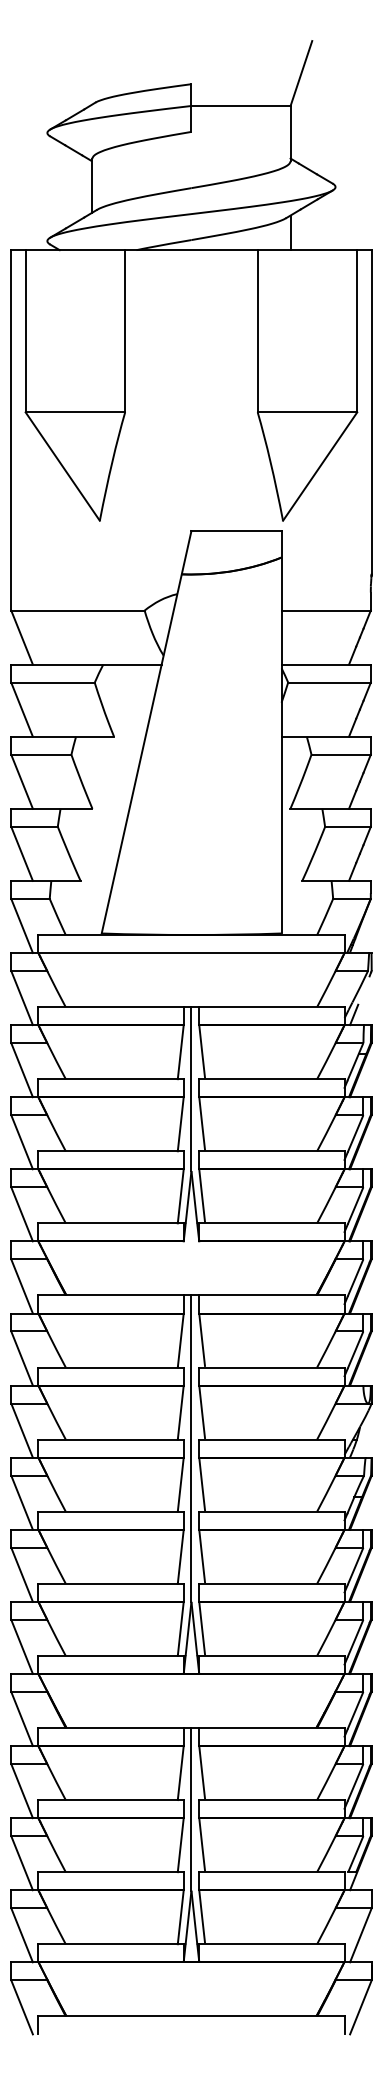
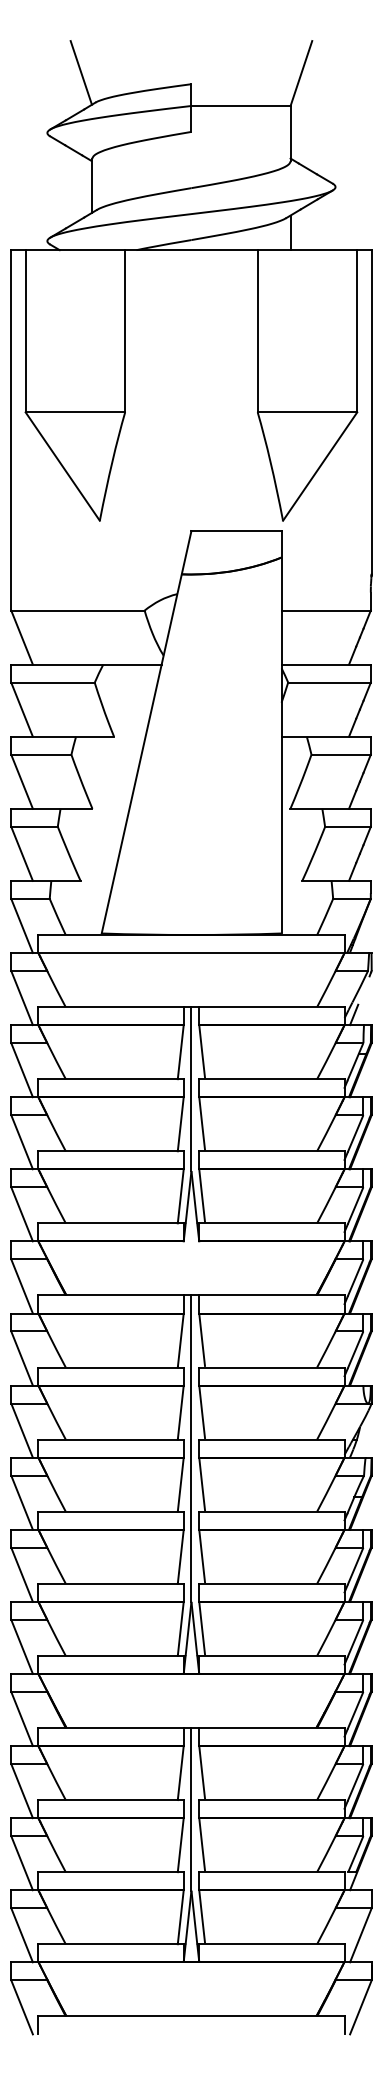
line at (80, 72): none -> present
